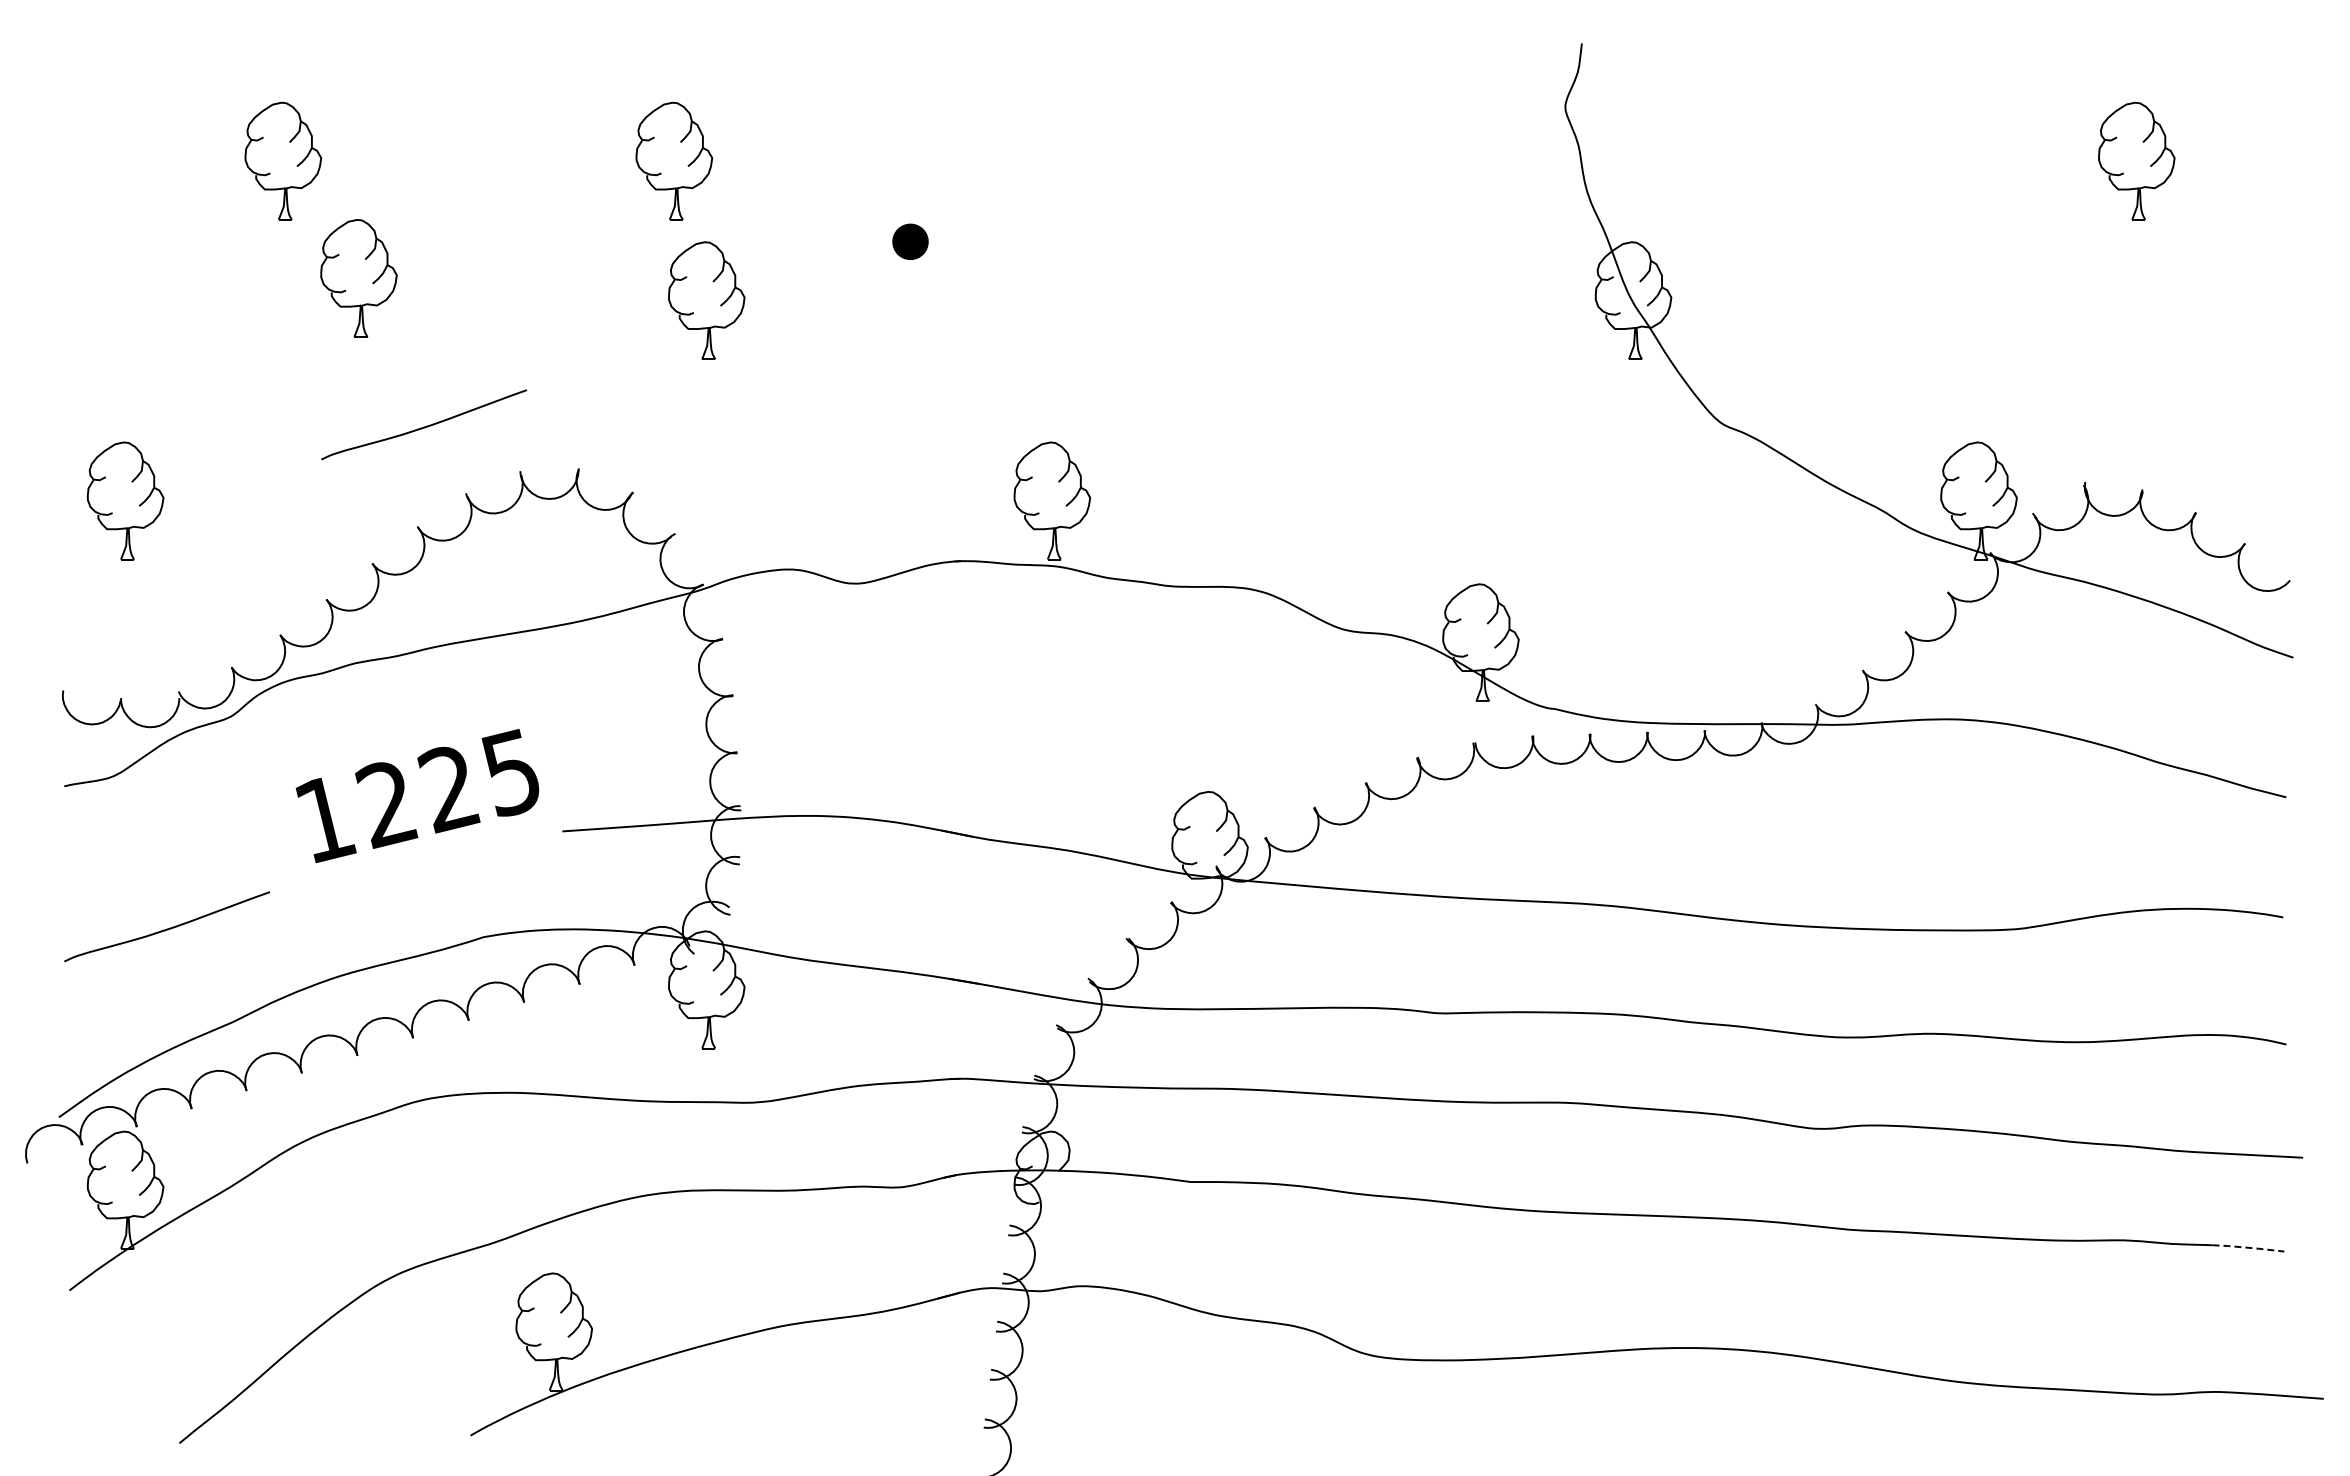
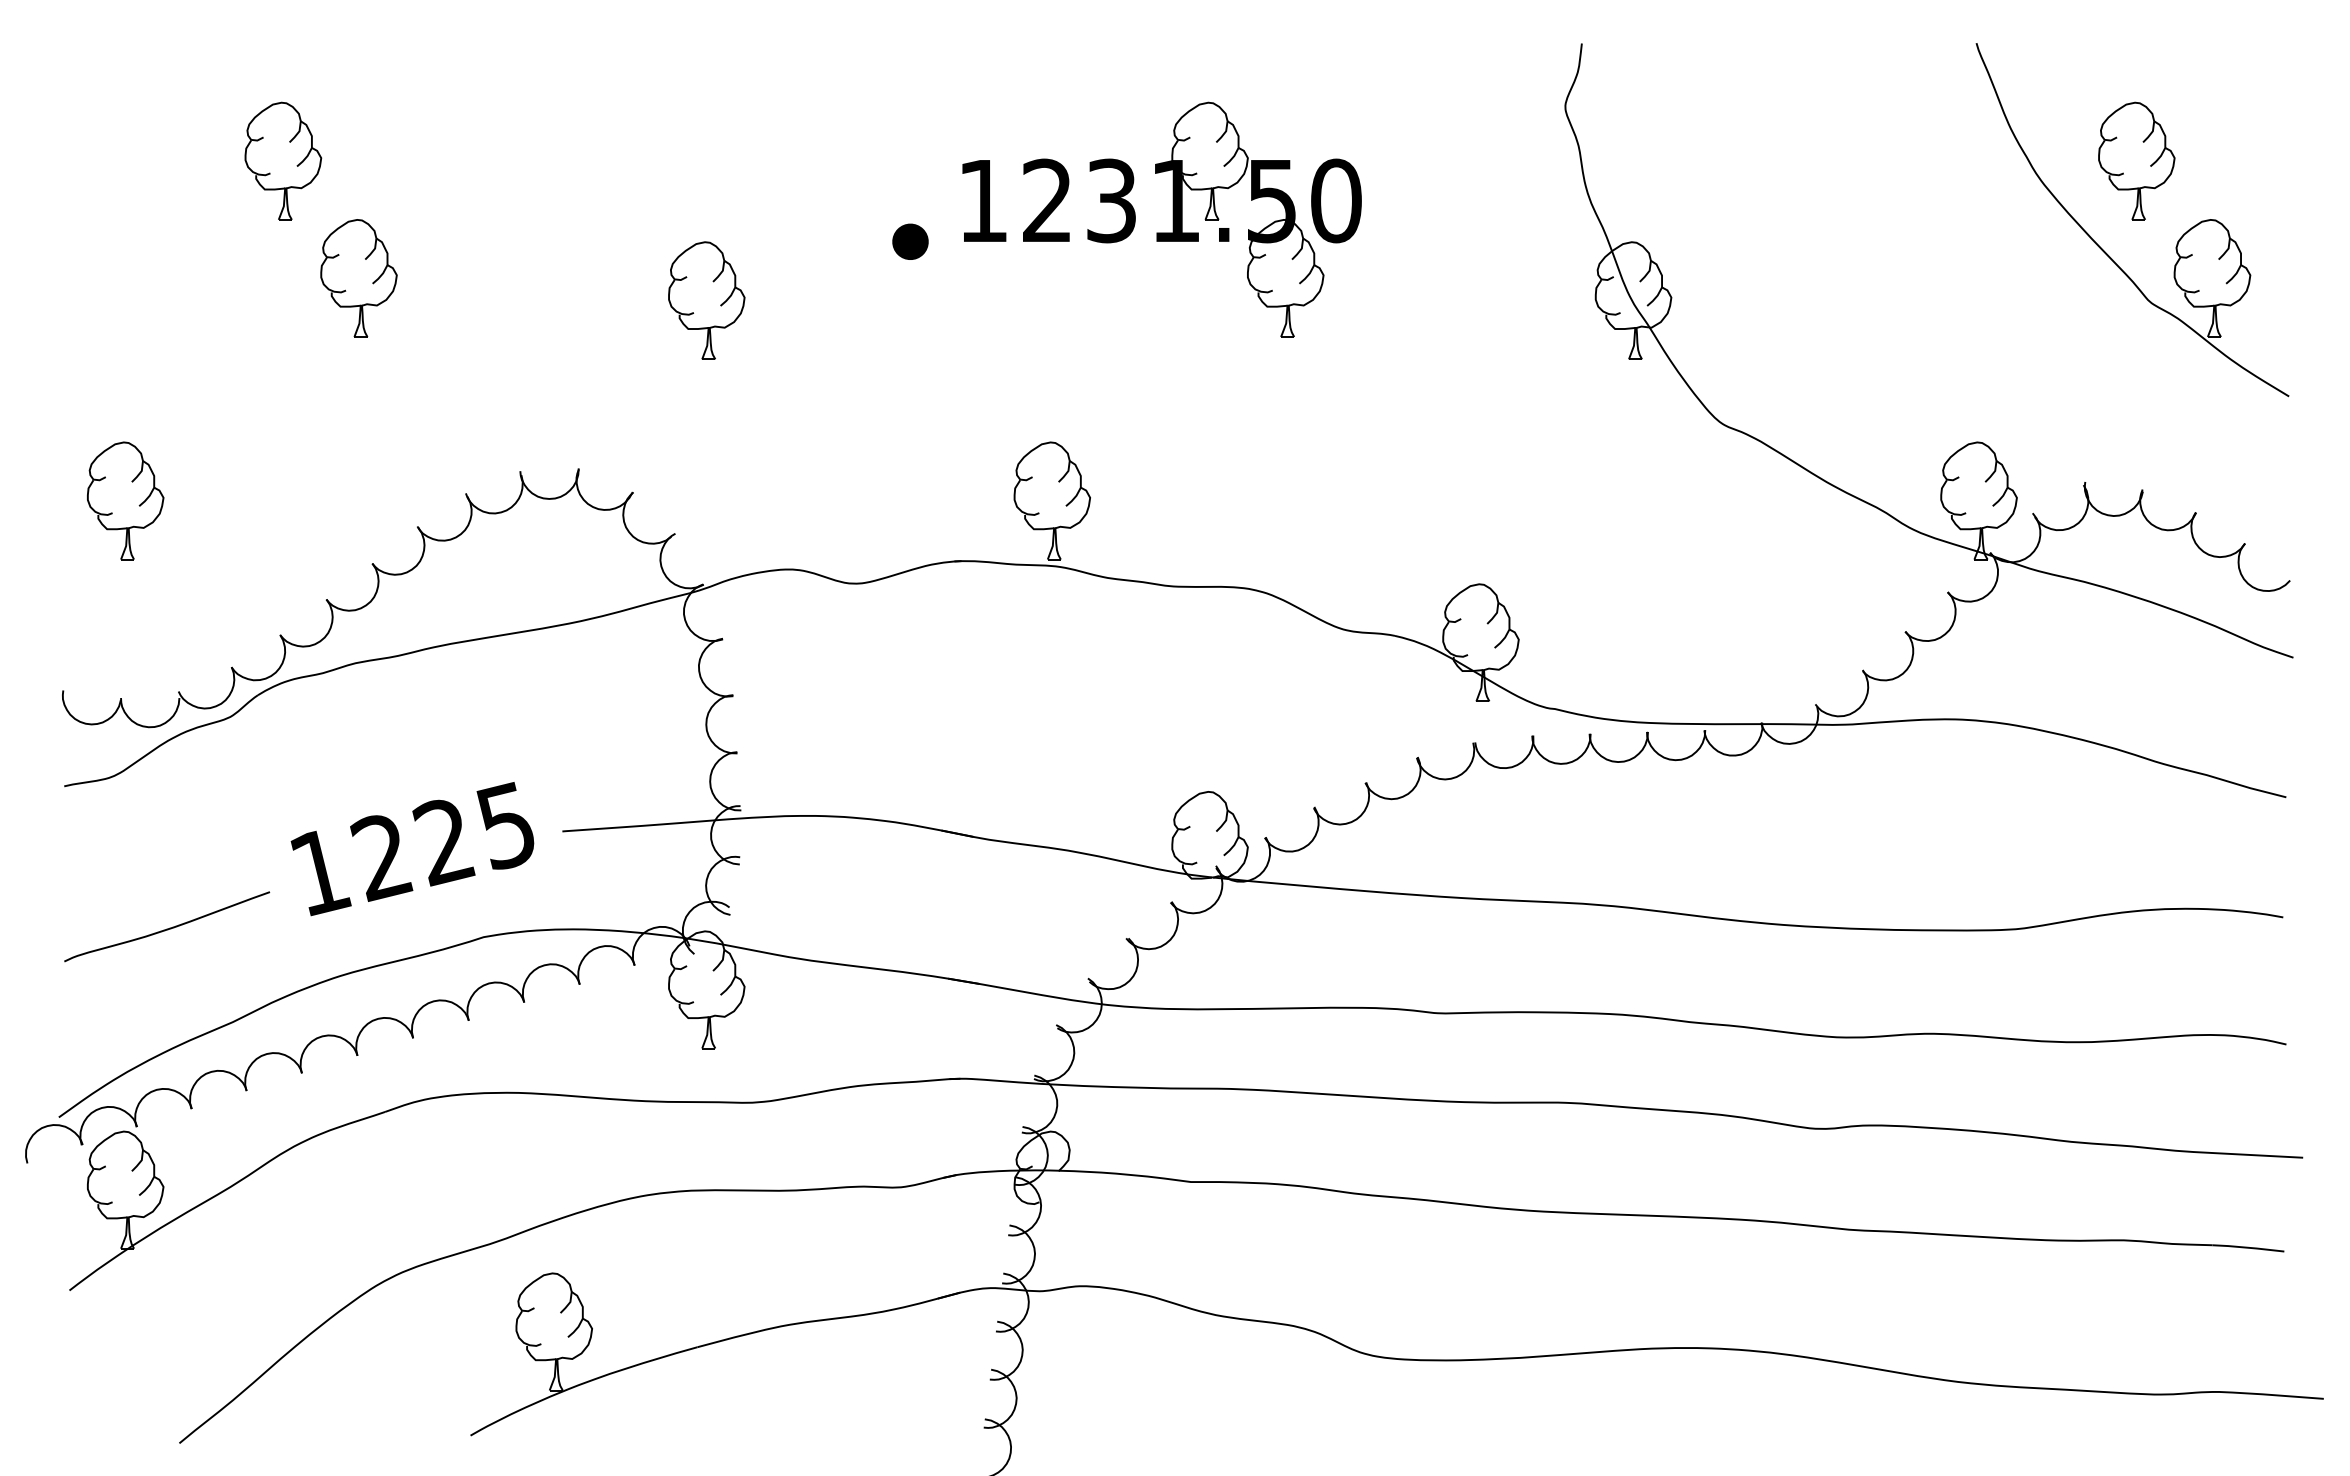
part at (674, 160): present -> none
part at (1172, 219): none -> present
part at (2103, 249): none -> present
curve at (424, 426): present -> none
text at (417, 796) position: (417, 796) -> (412, 849)
line at (2248, 1247): dashed -> solid
